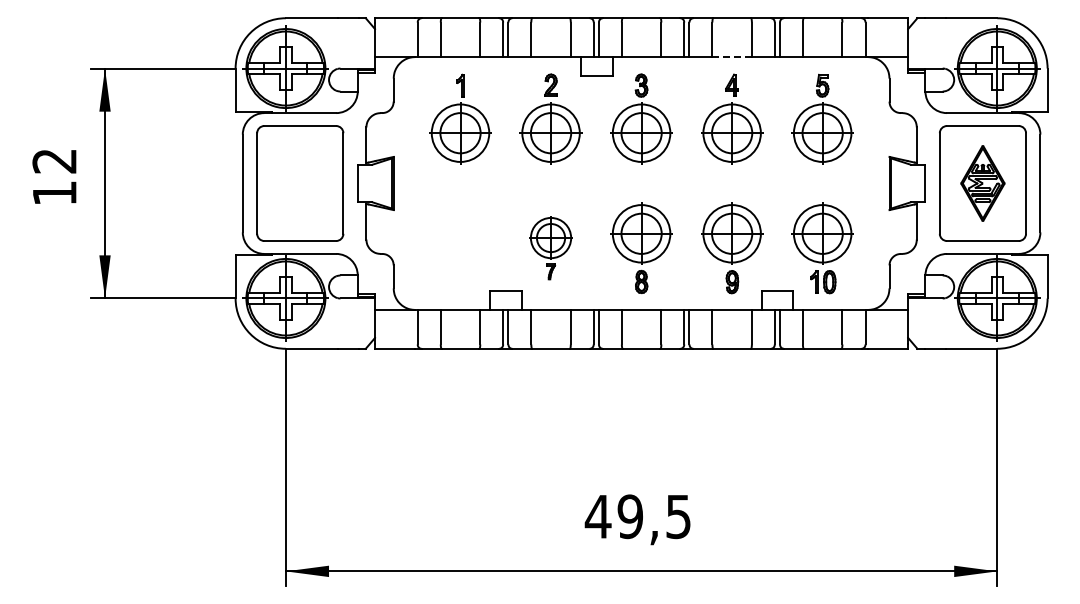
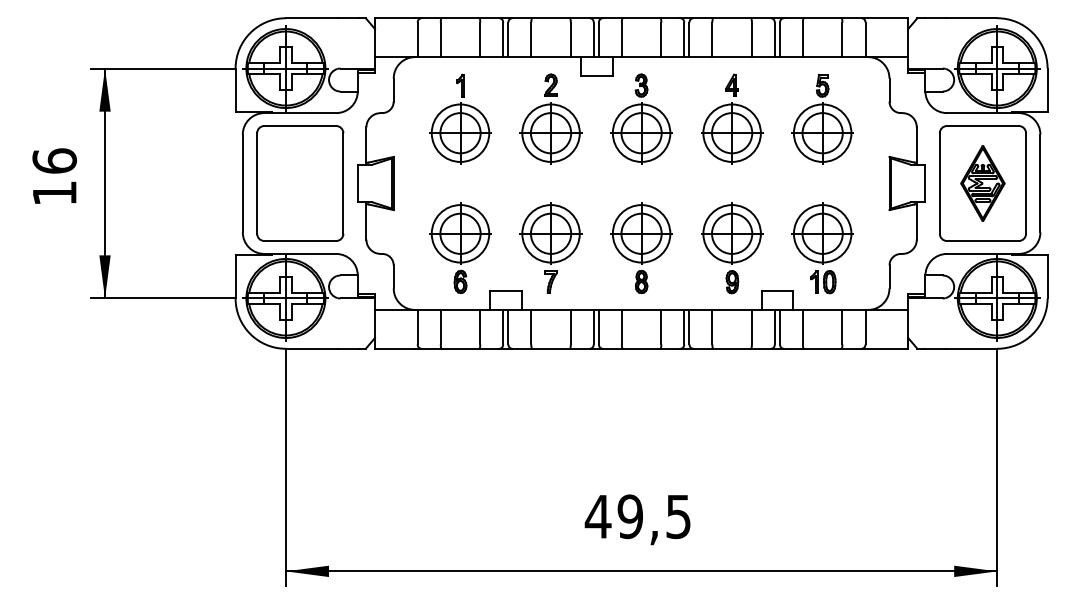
line at (732, 57): dashed -> solid
text at (54, 160): 12 -> 16
part at (460, 247): none -> present
part at (550, 248) size: 44x65 px -> 64x92 px
